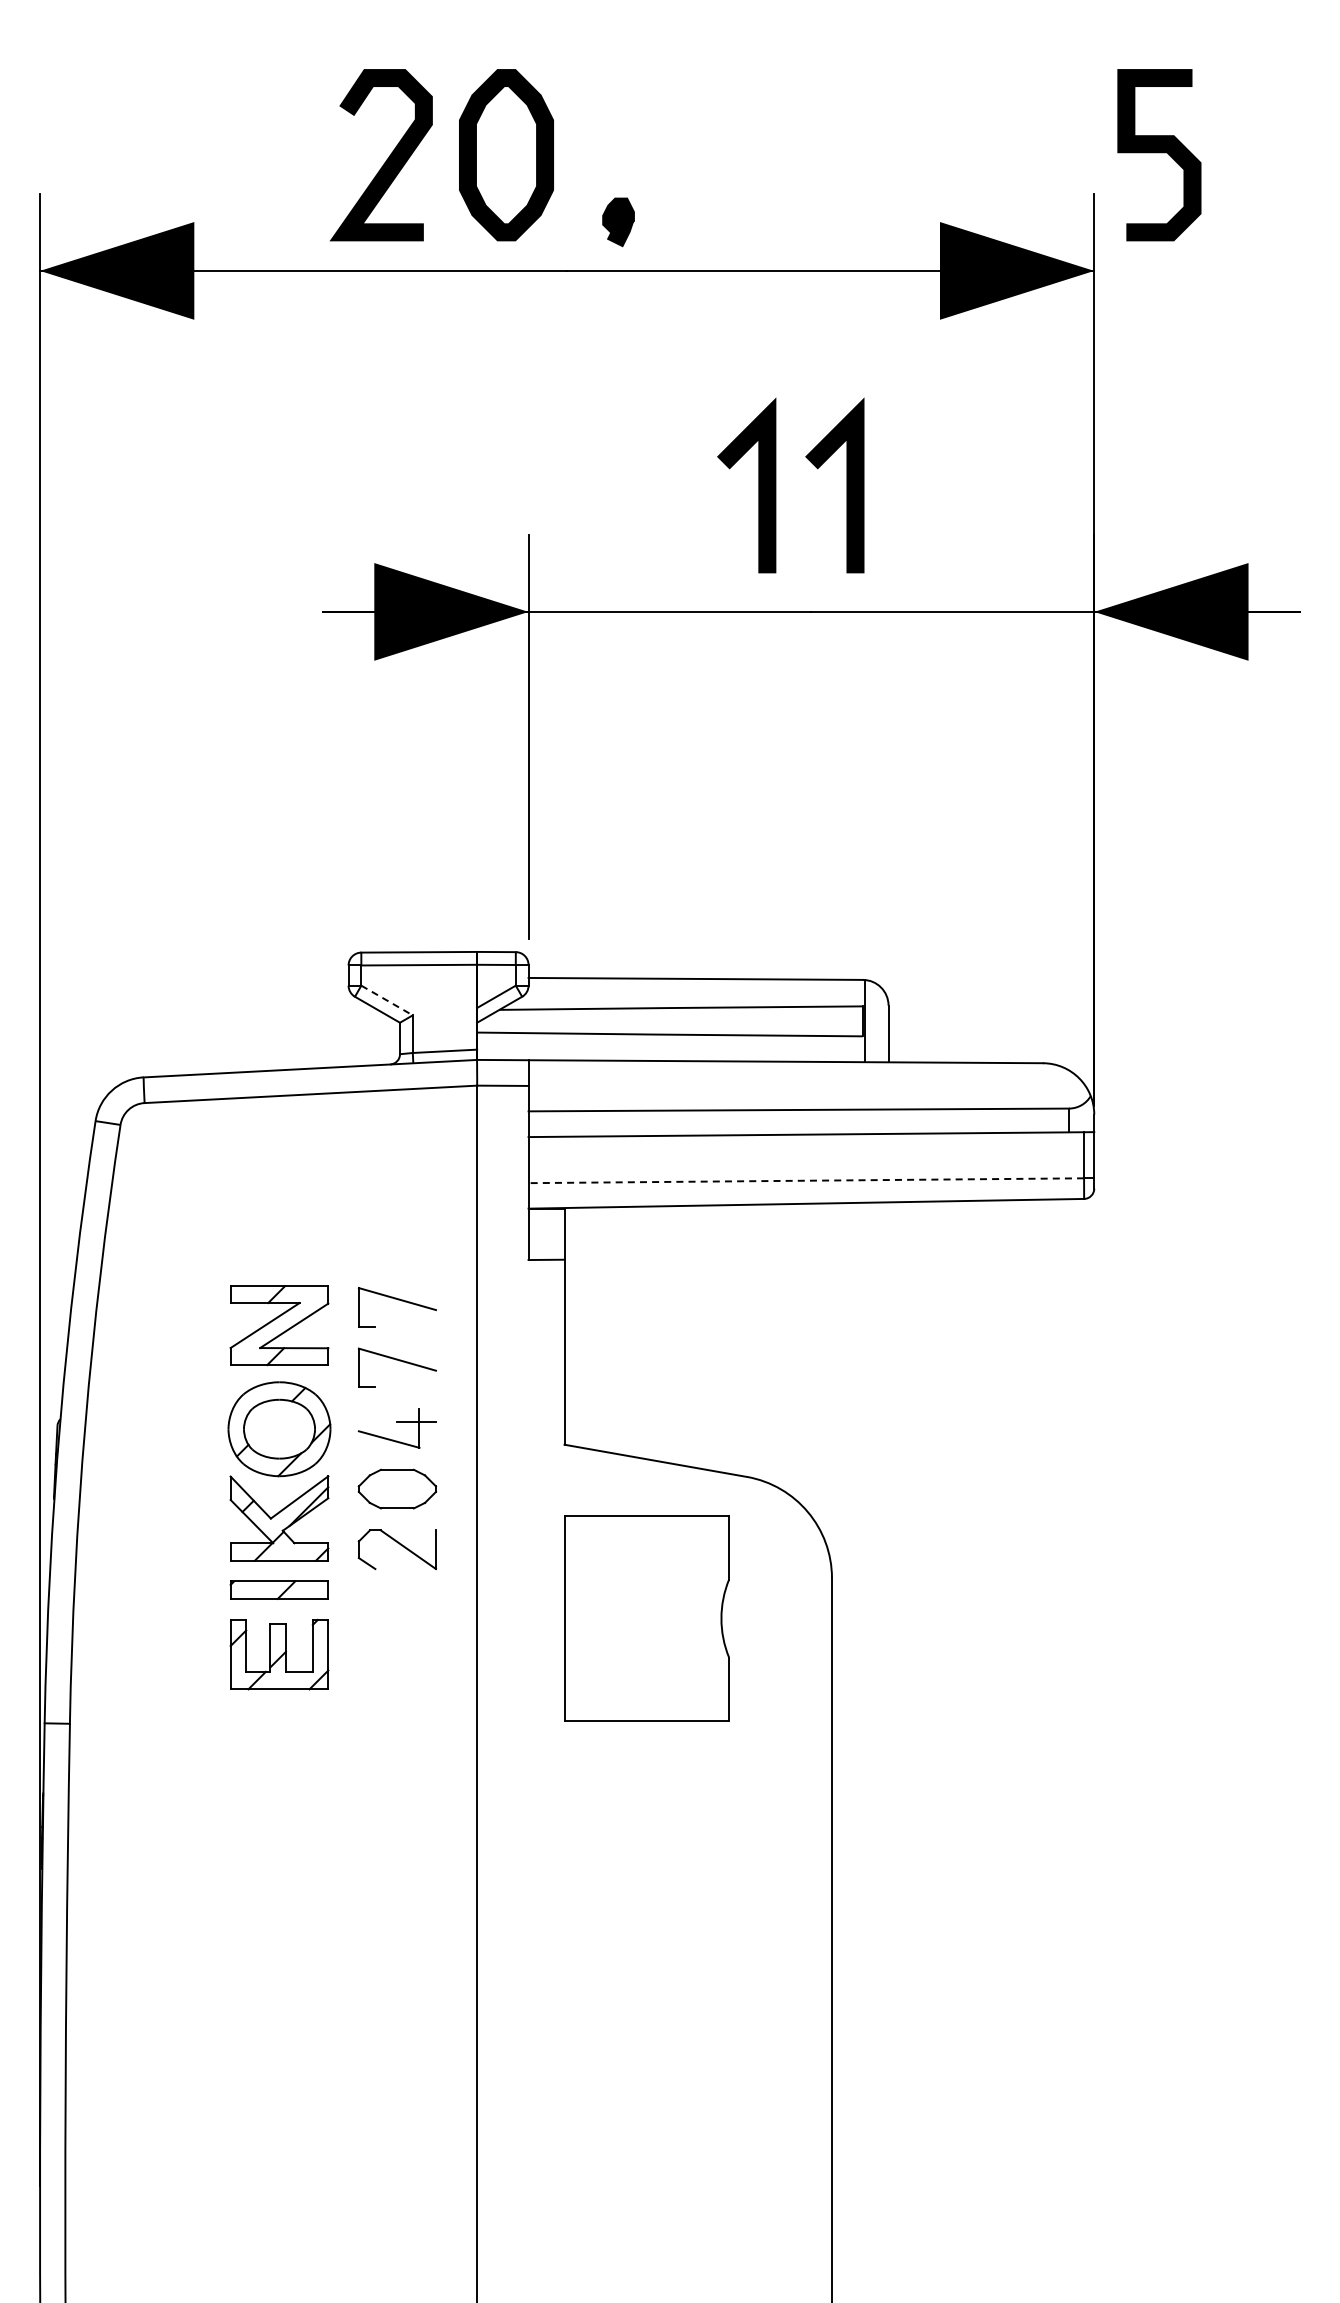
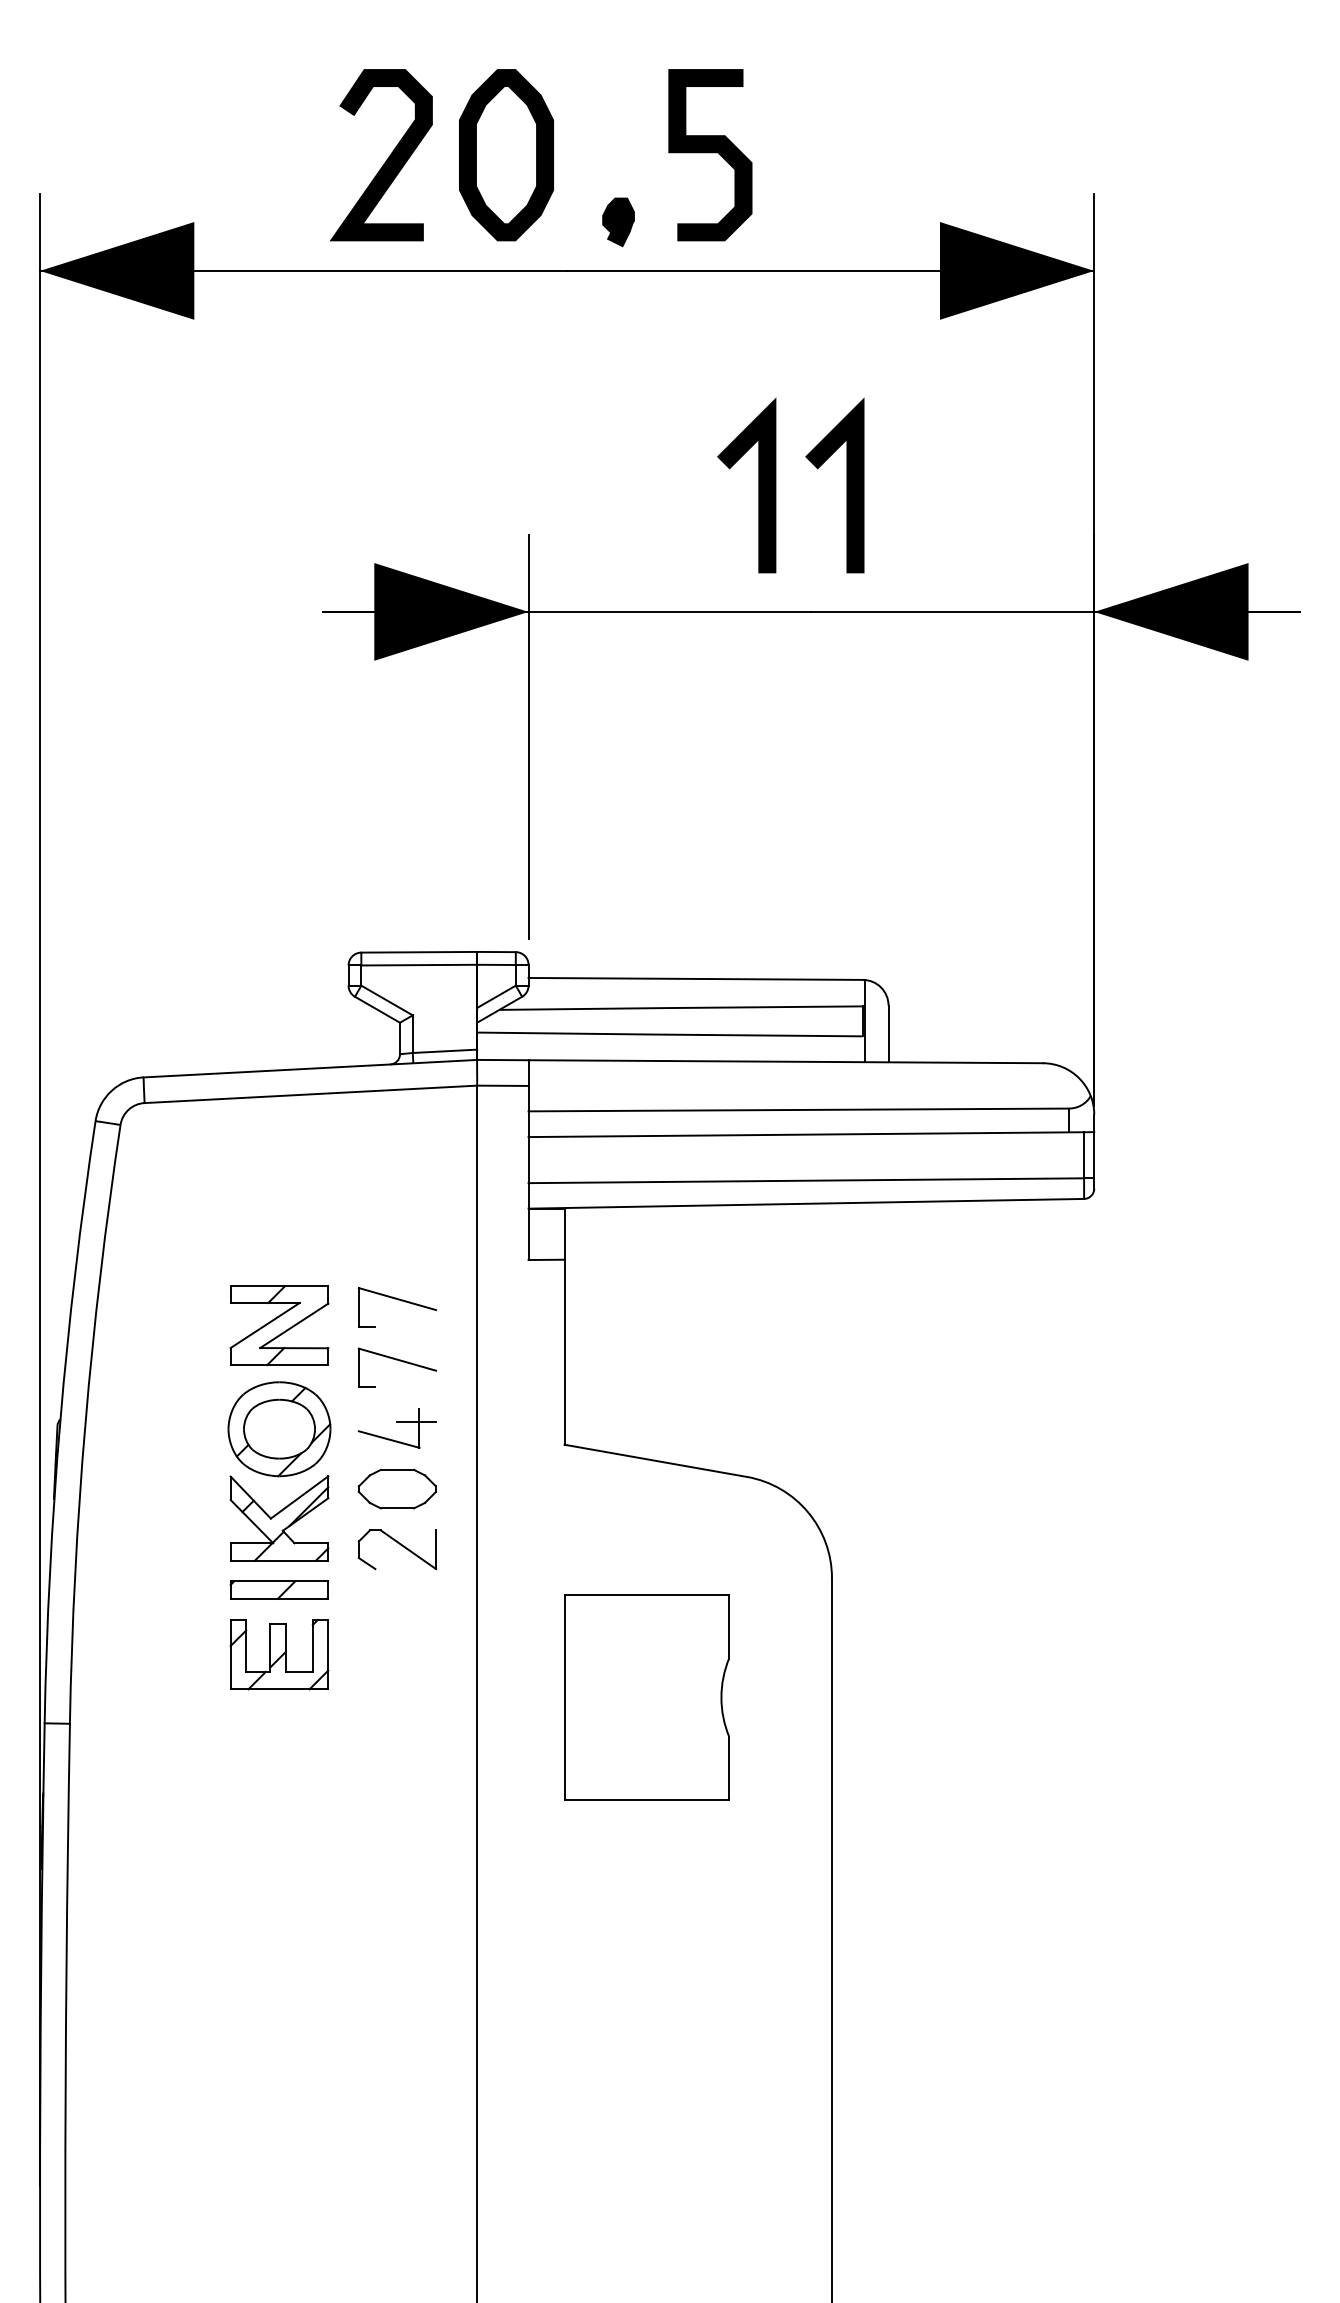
curve at (1159, 153) position: (1159, 153) -> (710, 153)
line at (387, 1000): dashed -> solid
line at (806, 1180): dashed -> solid
part at (646, 1618) position: (646, 1618) -> (646, 1697)
